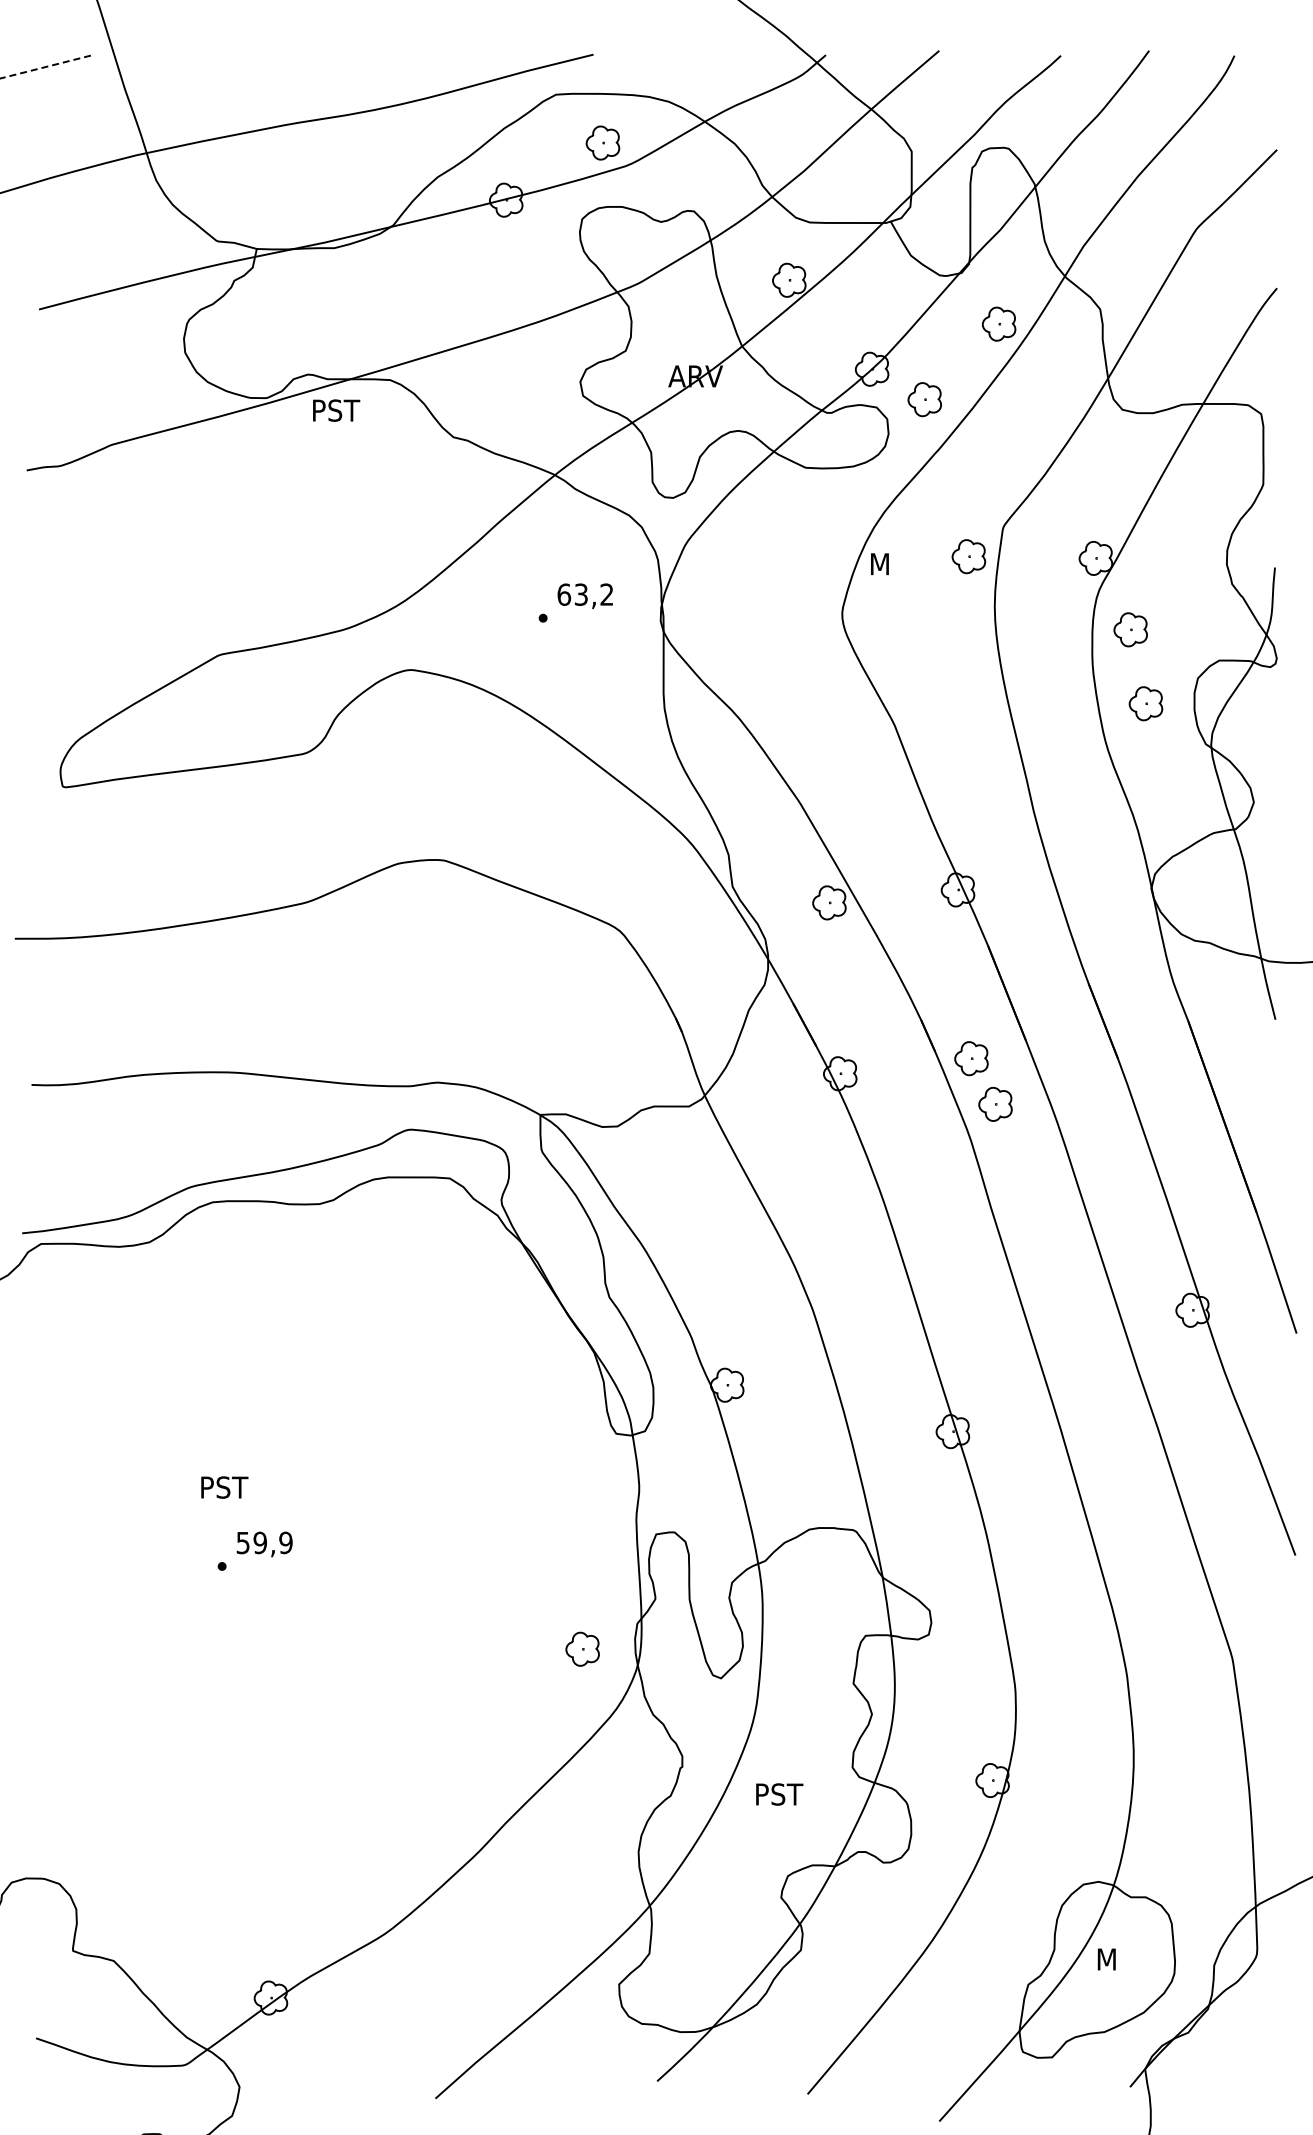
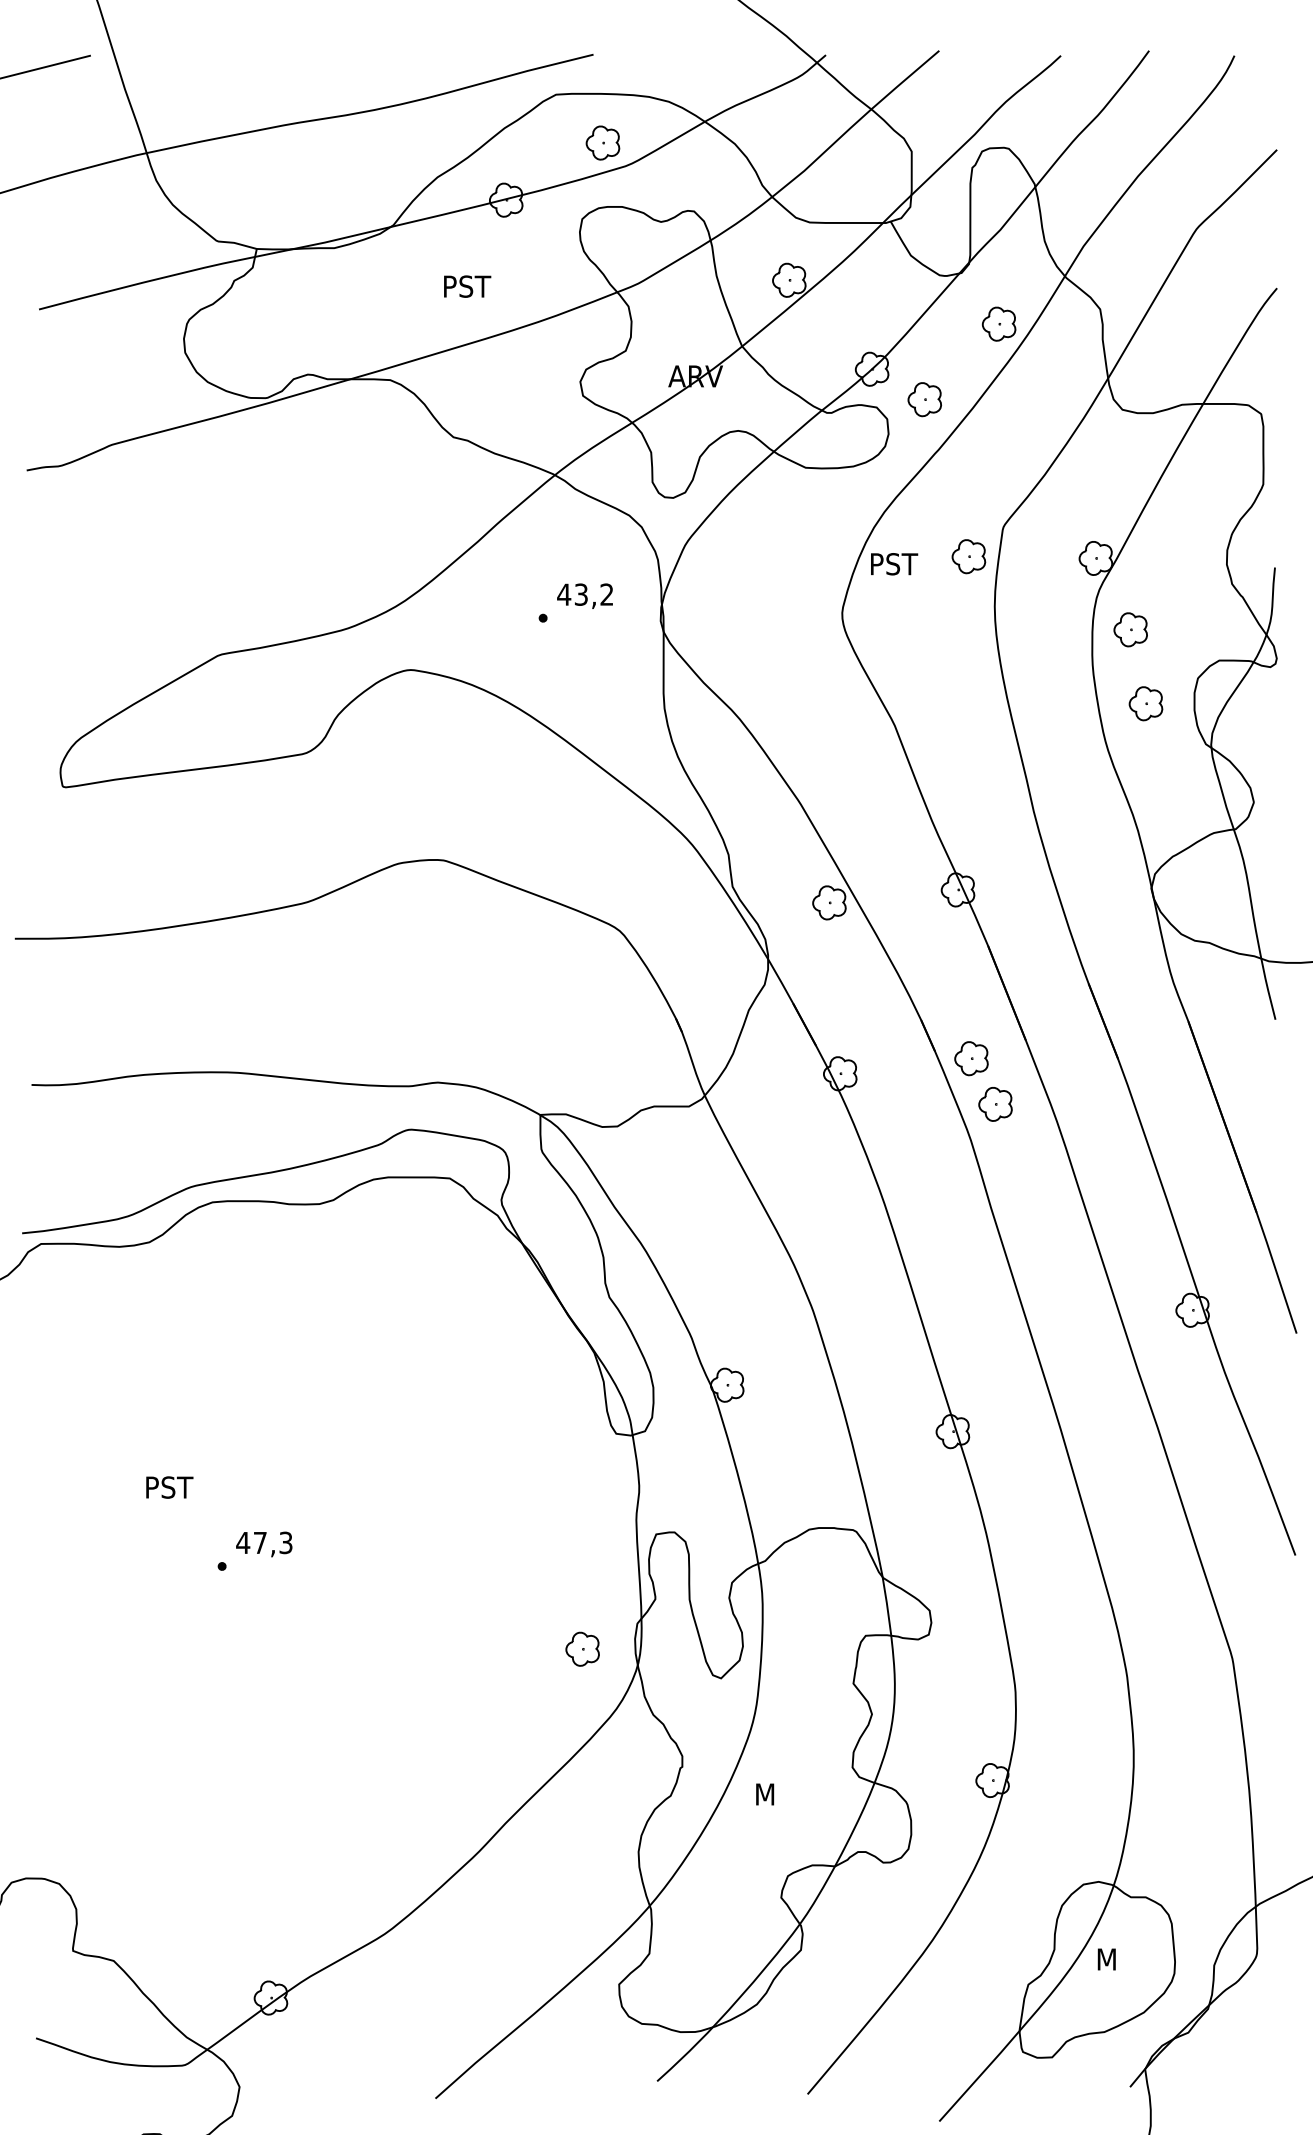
line at (45, 67): dashed -> solid
text at (336, 410) position: (336, 410) -> (467, 286)
text at (895, 564): M -> PST
text at (564, 594): 63,2 -> 43,2
text at (224, 1487) position: (224, 1487) -> (169, 1487)
text at (264, 1542): 59,9 -> 47,3
text at (780, 1794): PST -> M
